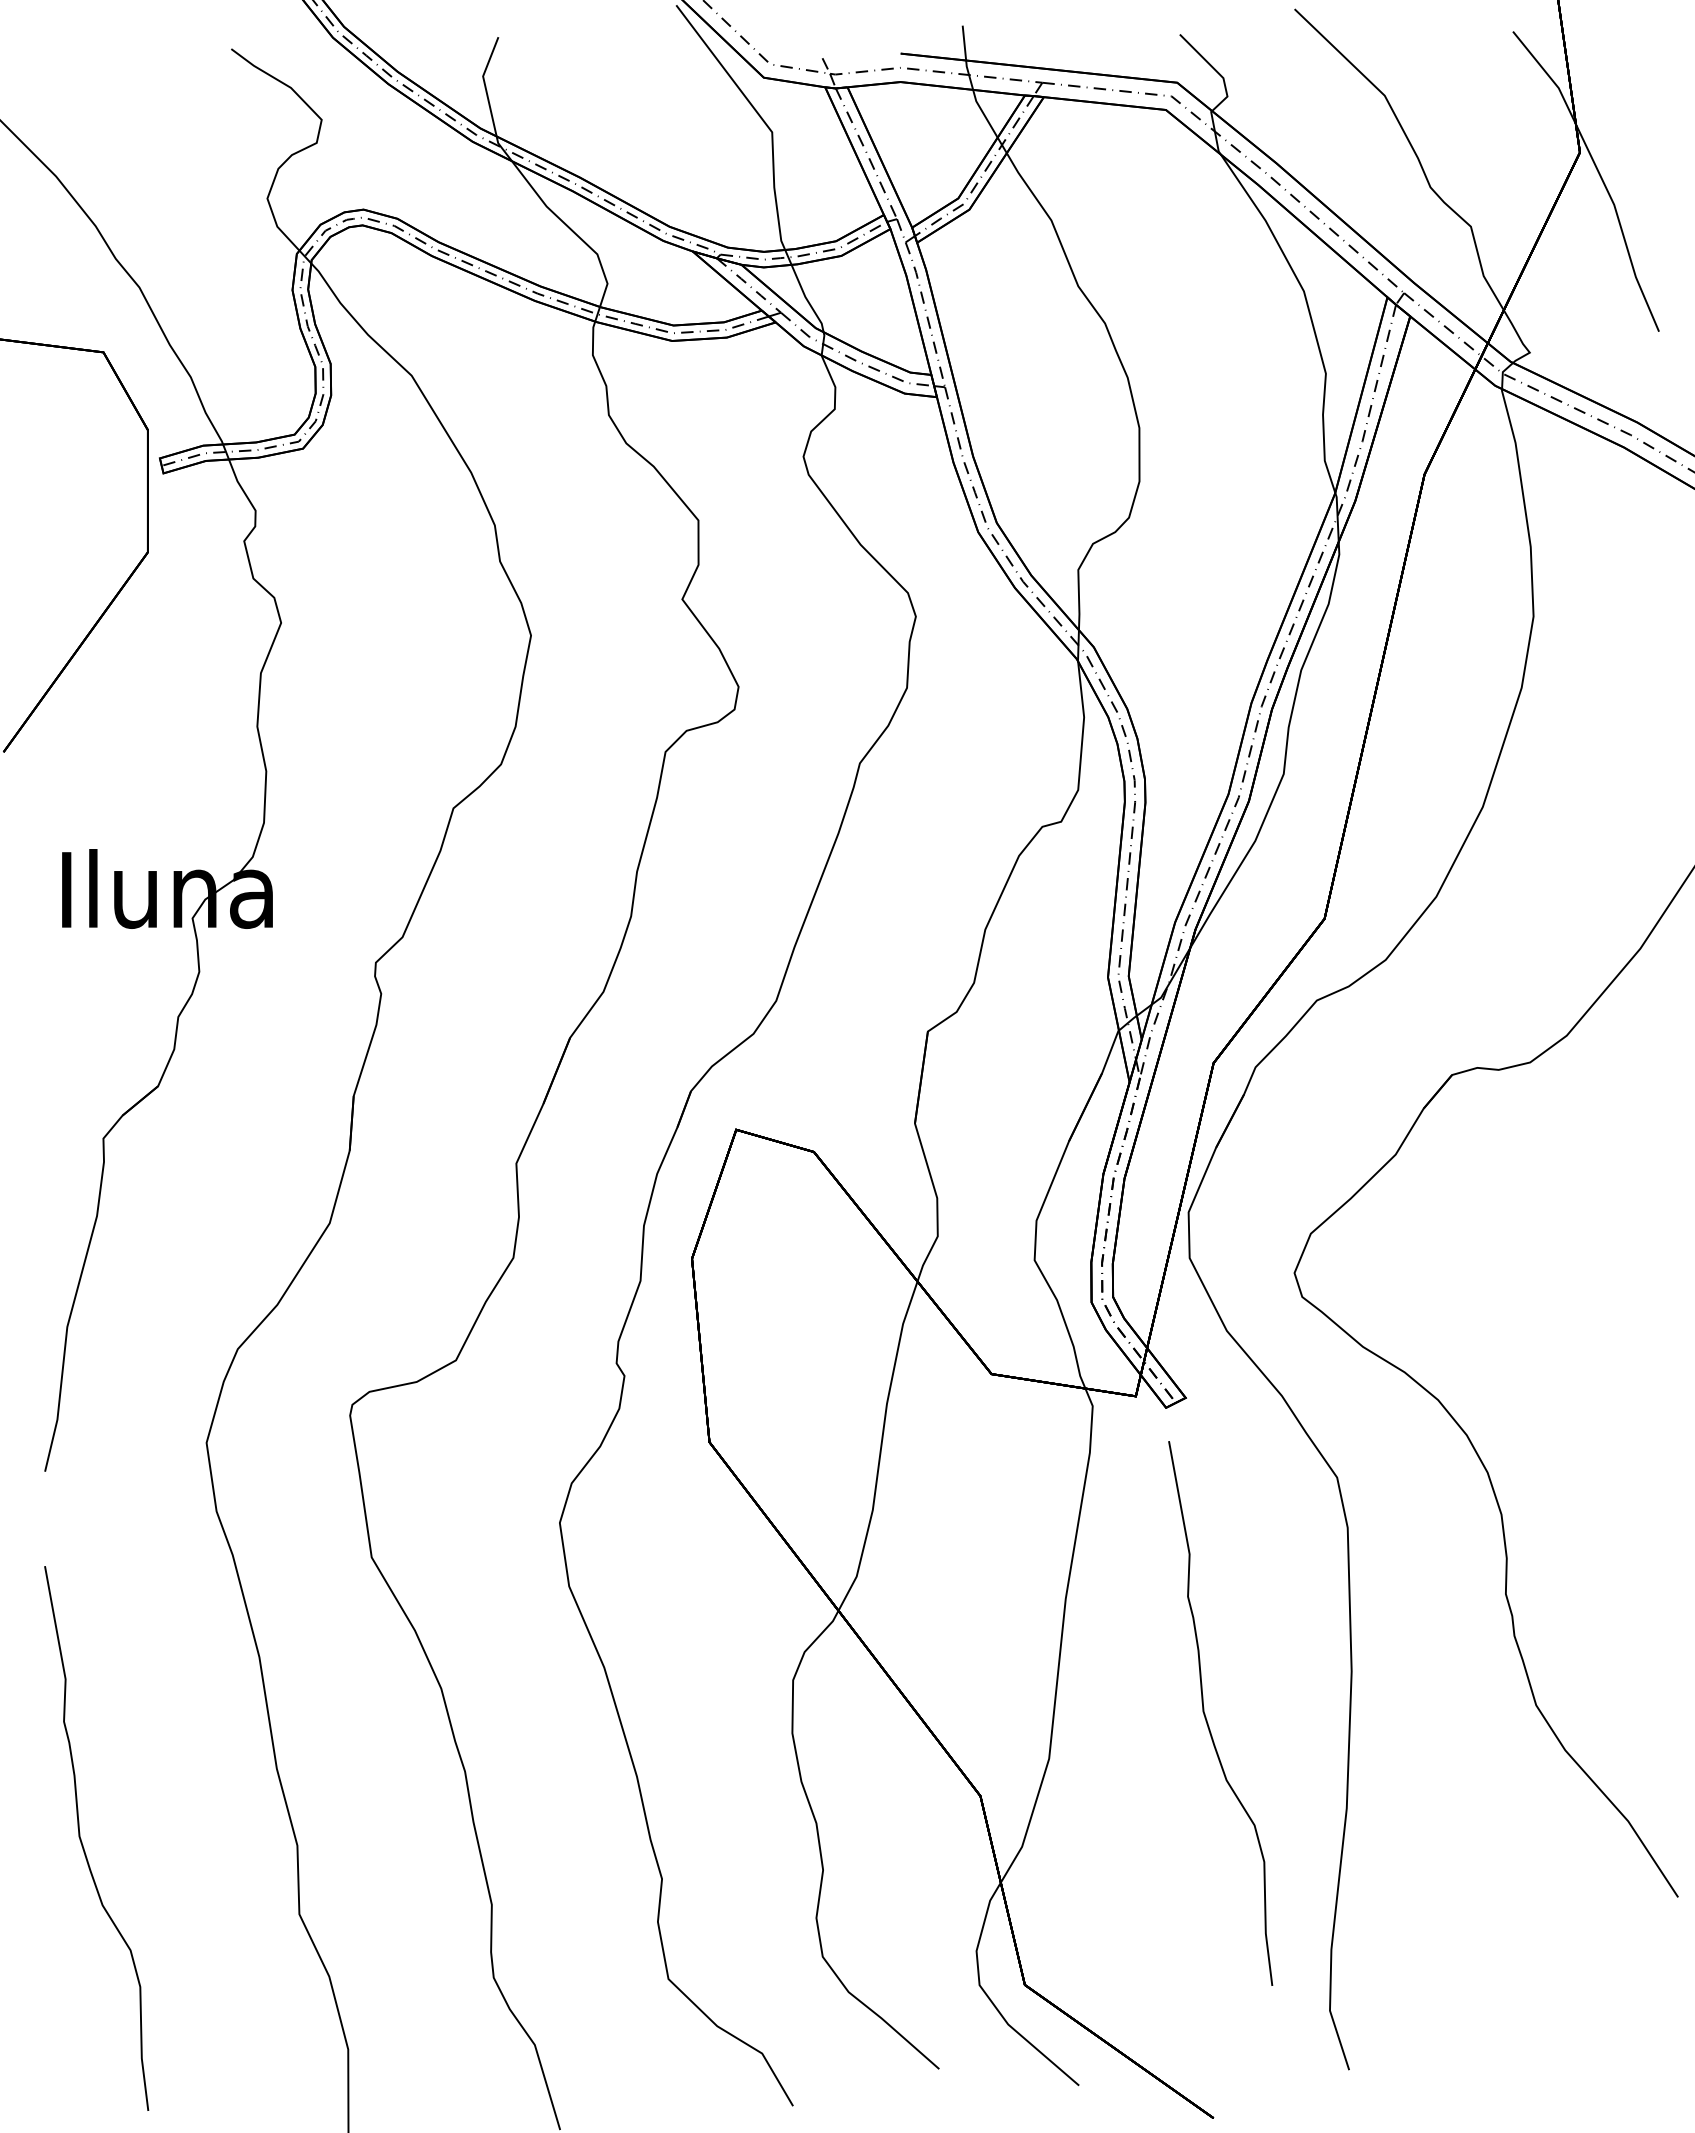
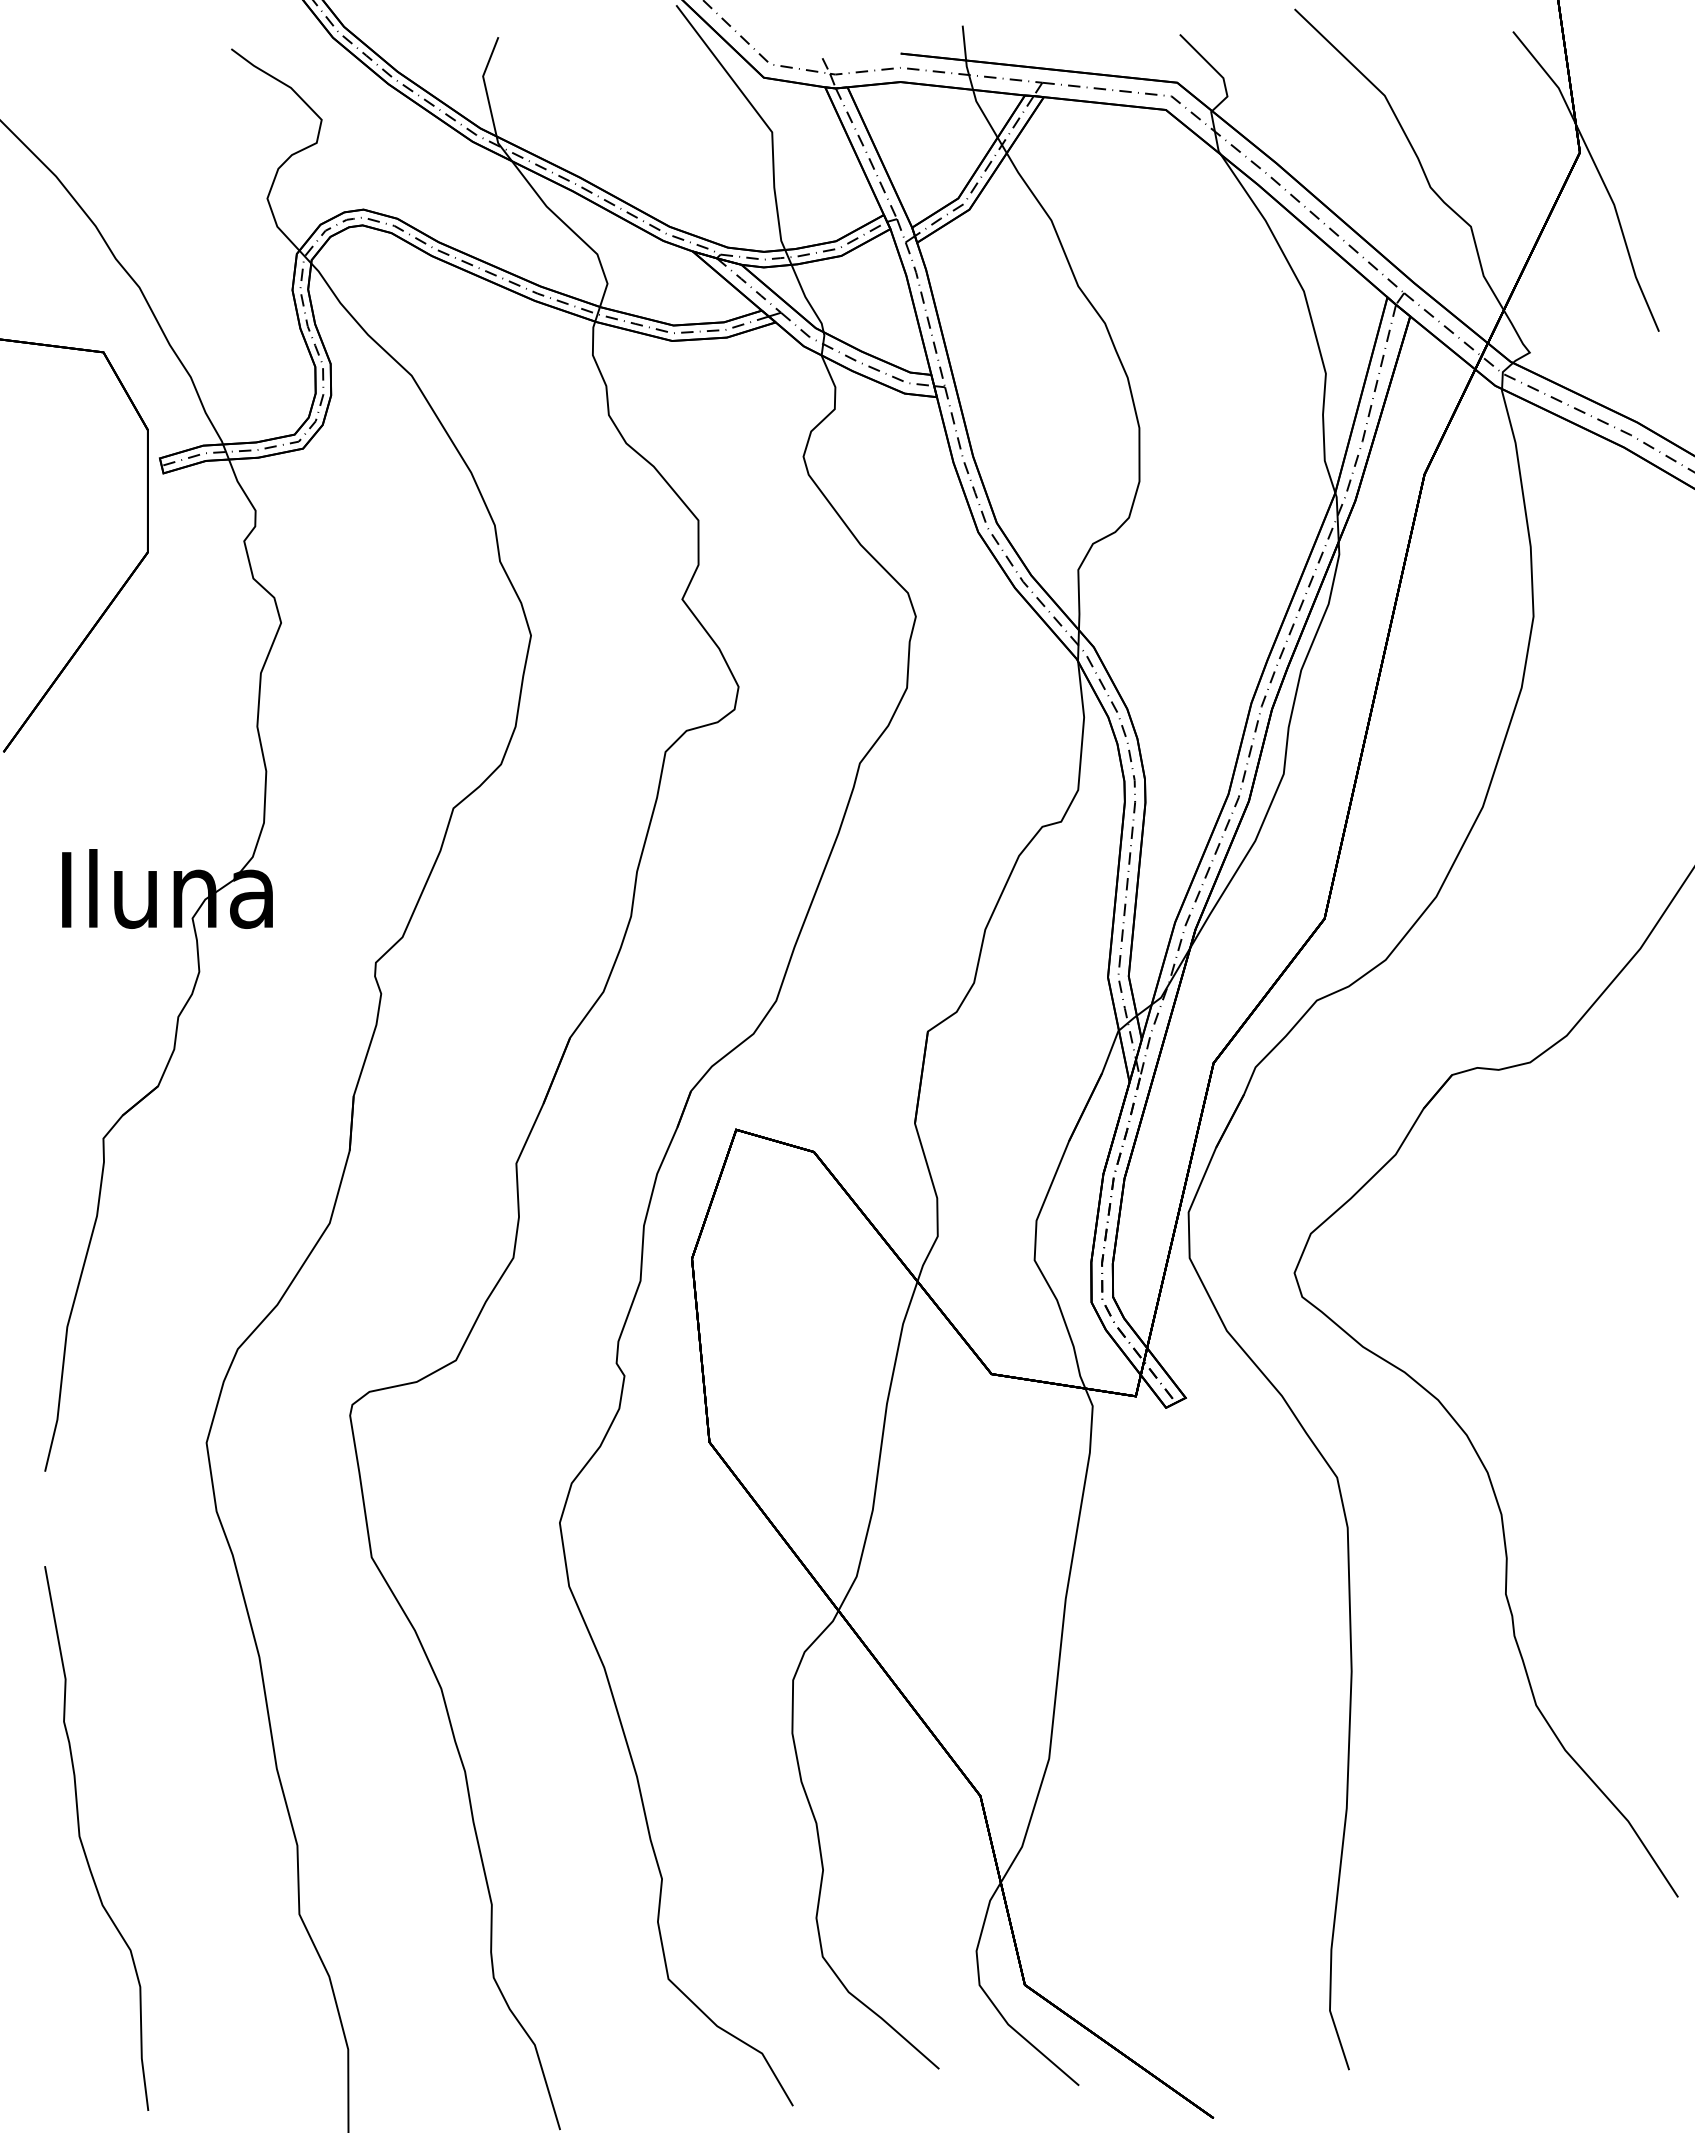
curve at (1206, 1716): present -> none
